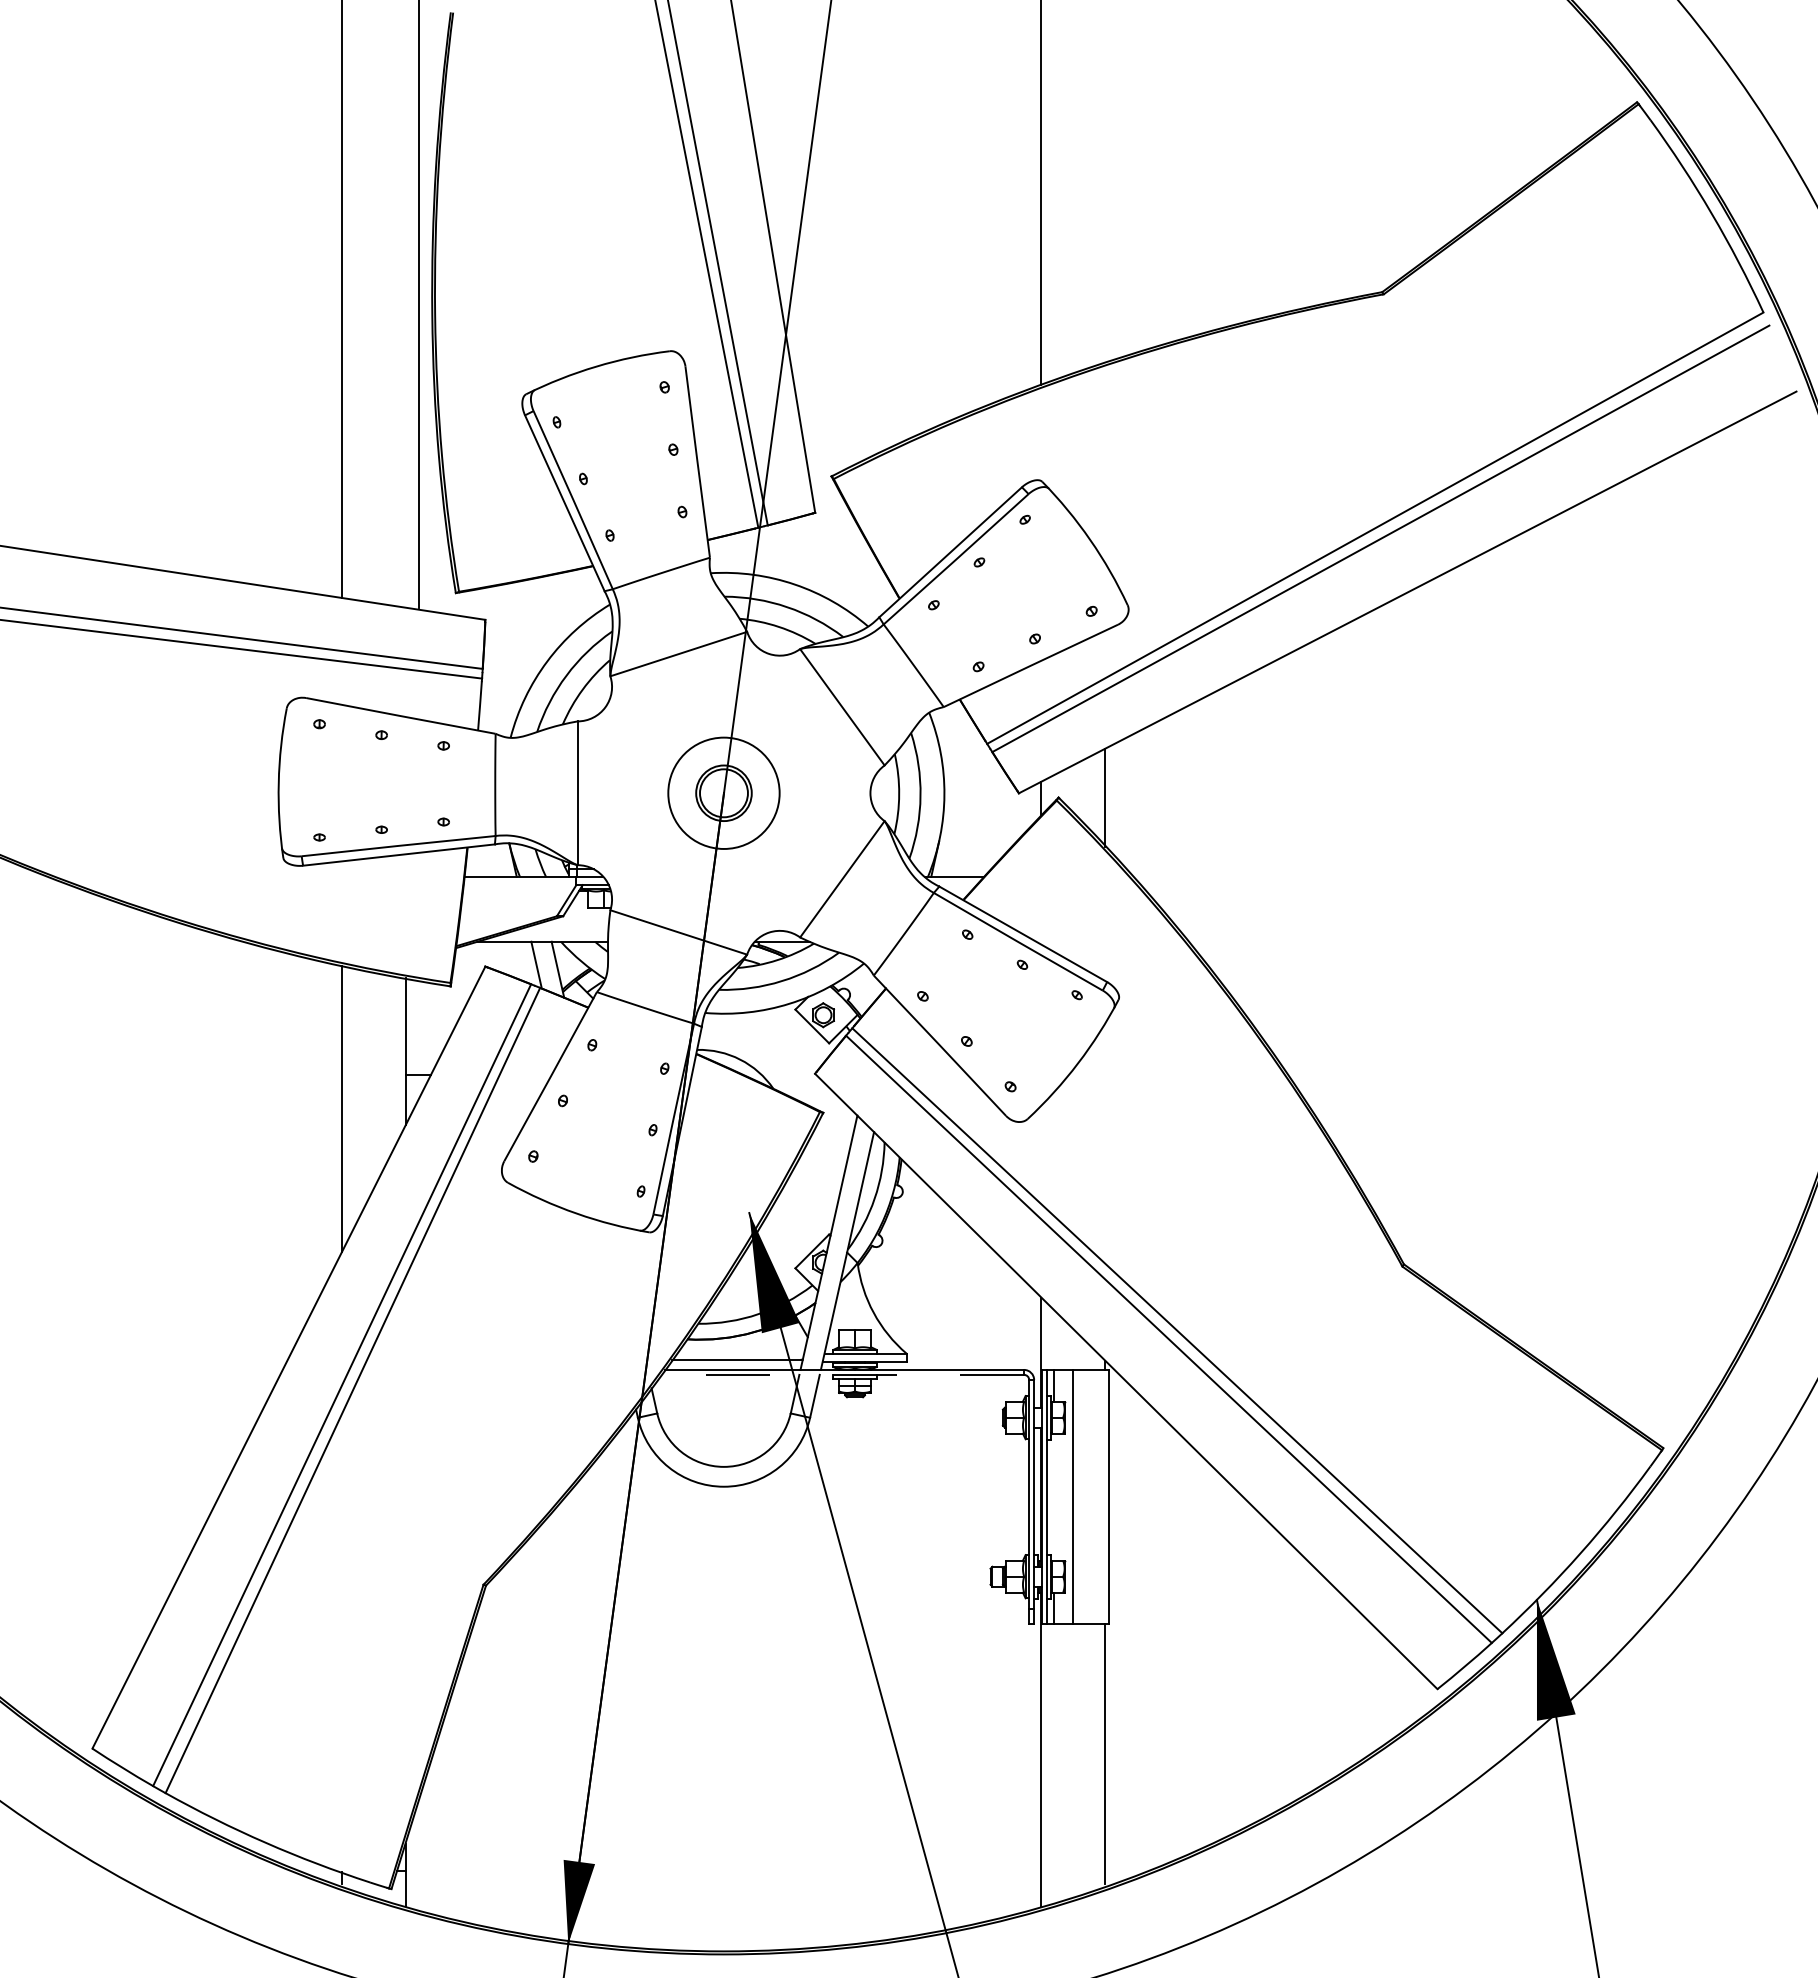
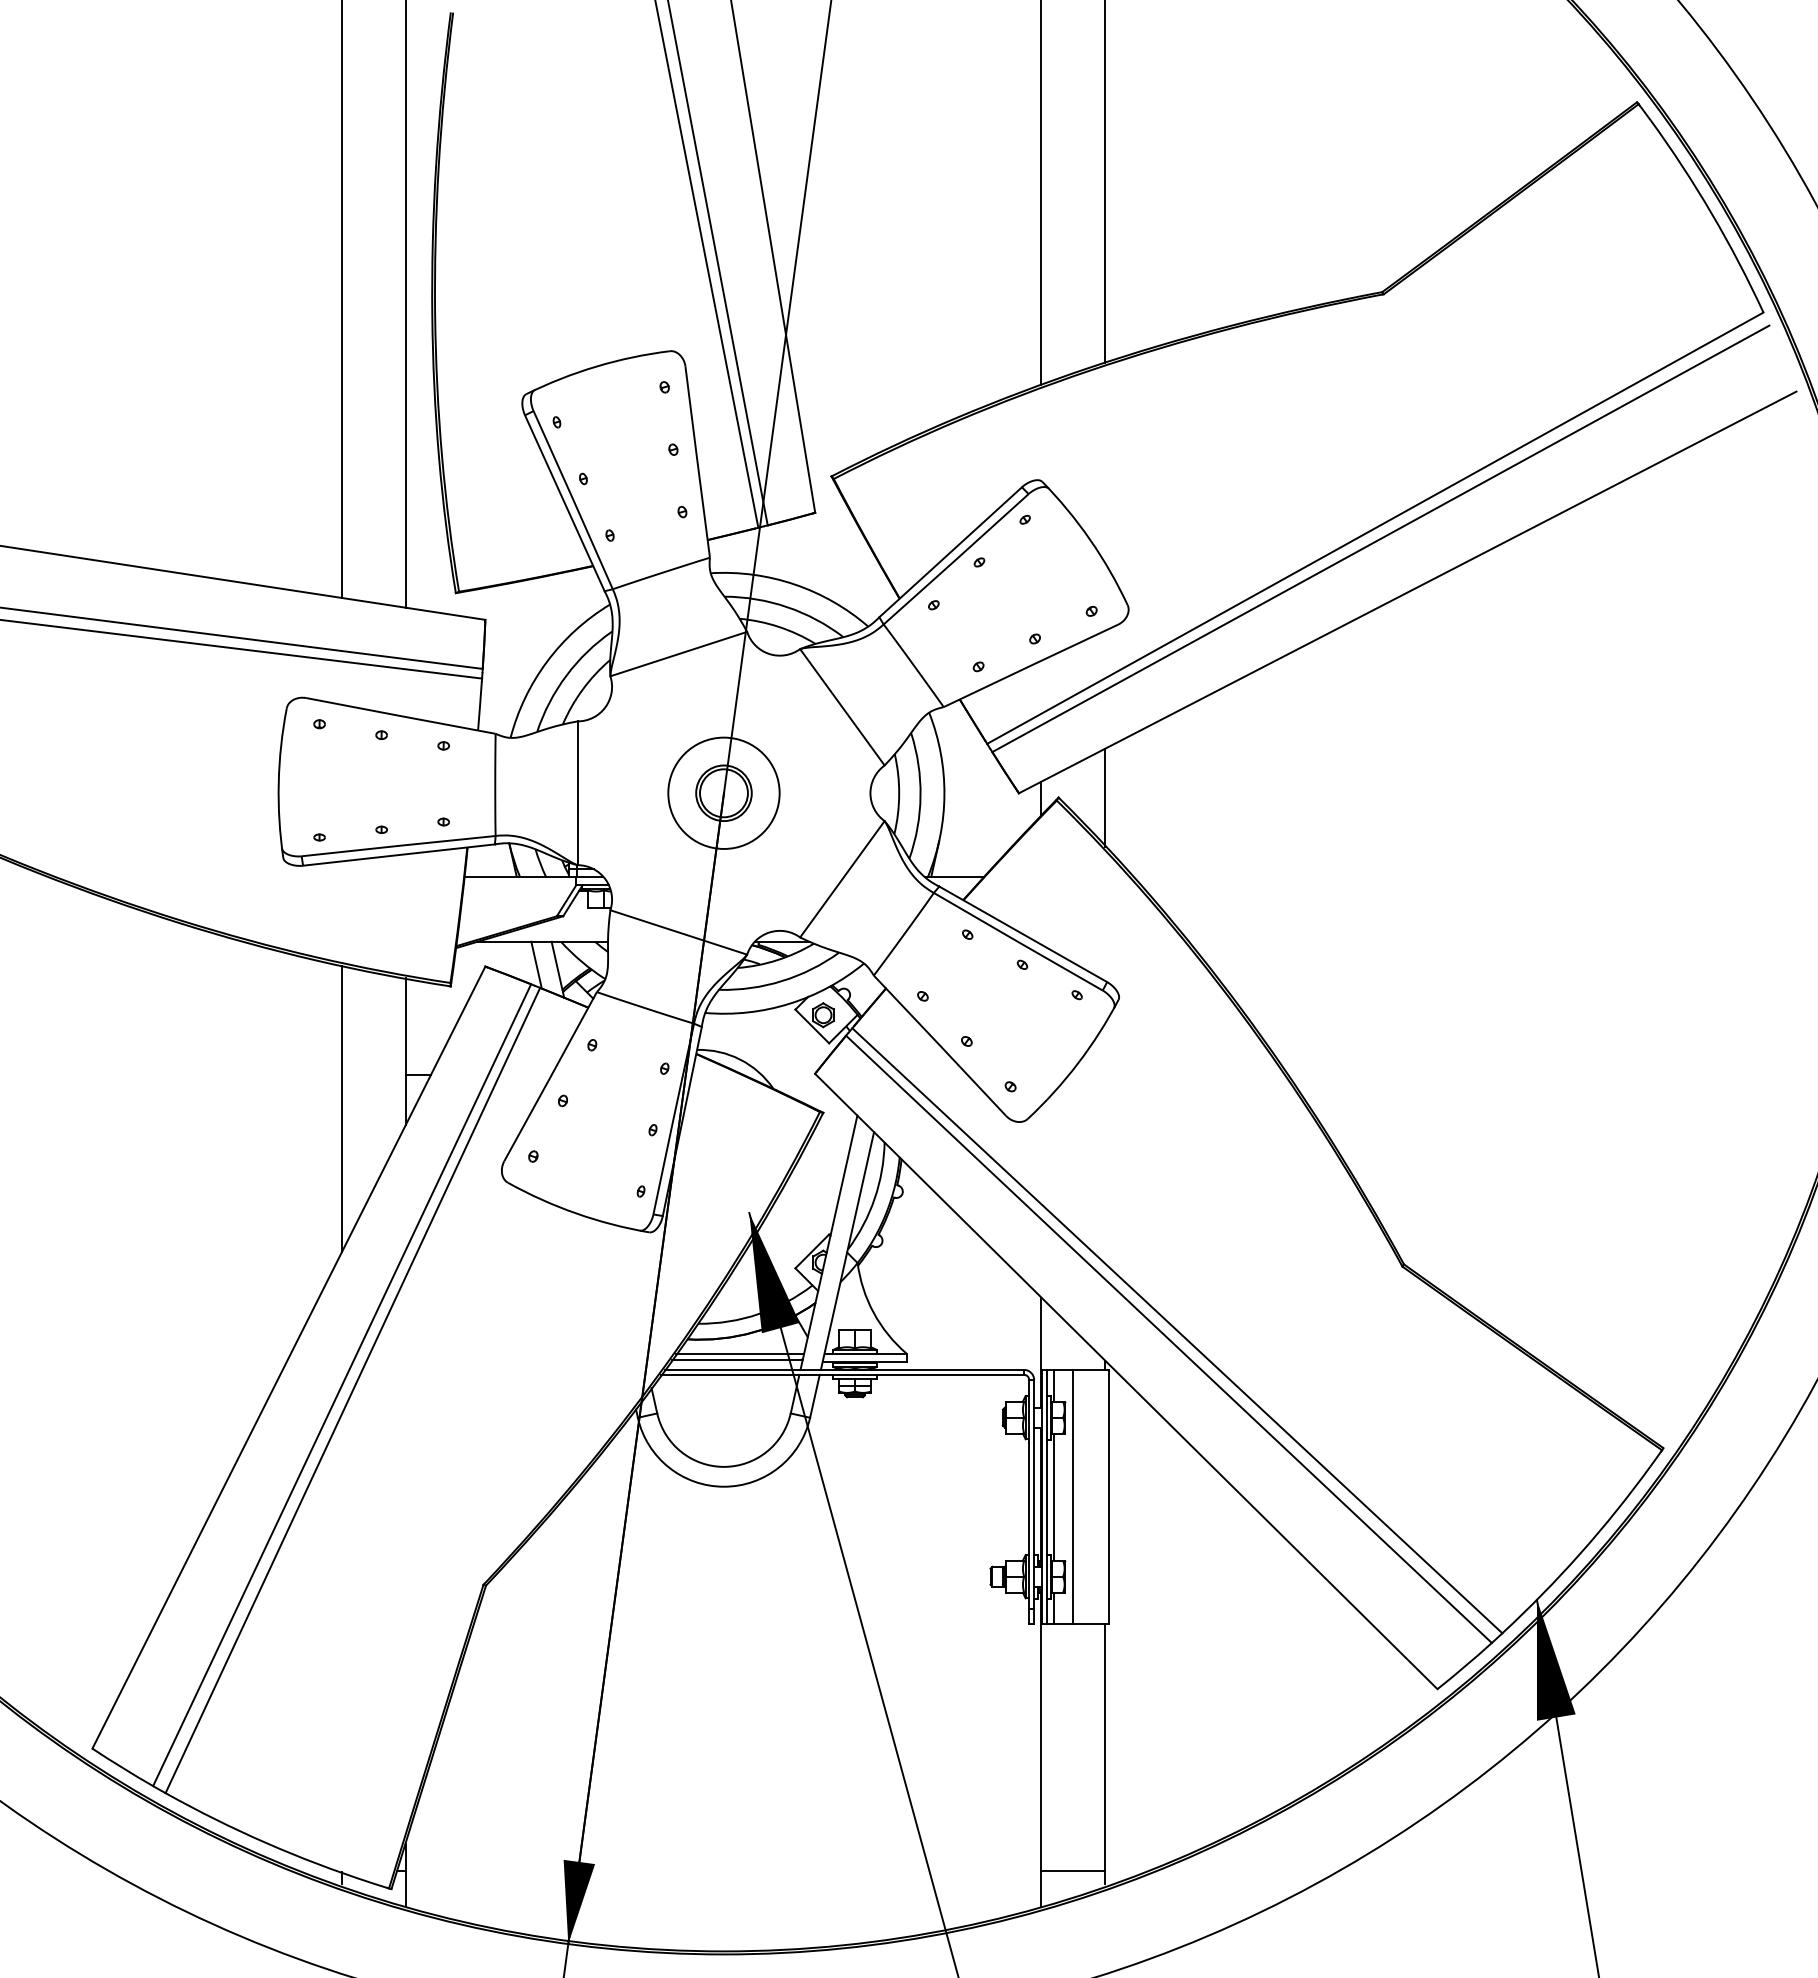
line at (1105, 182): none -> present
line at (418, 304) position: (418, 304) -> (405, 304)
line at (740, 1353): none -> present
line at (842, 1374): dashed -> solid
line at (1054, 1496): none -> present
line at (1073, 1871): none -> present
